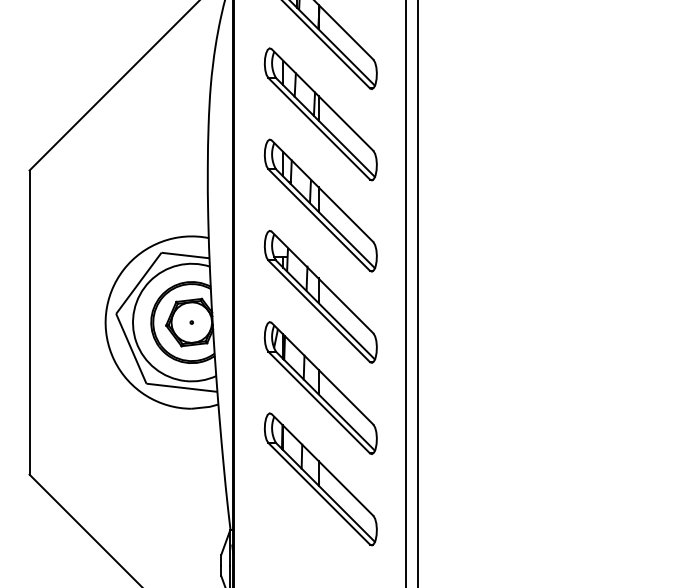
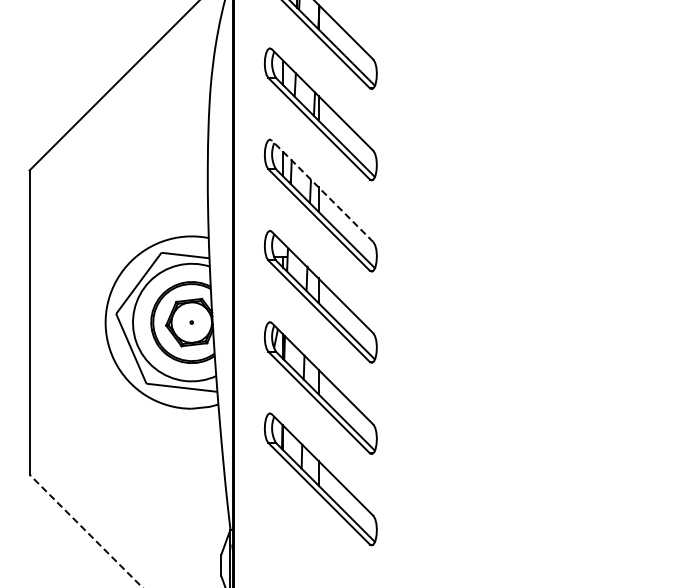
line at (322, 191): solid -> dashed
line at (406, 293): present -> none
line at (418, 293): present -> none
line at (86, 531): solid -> dashed
